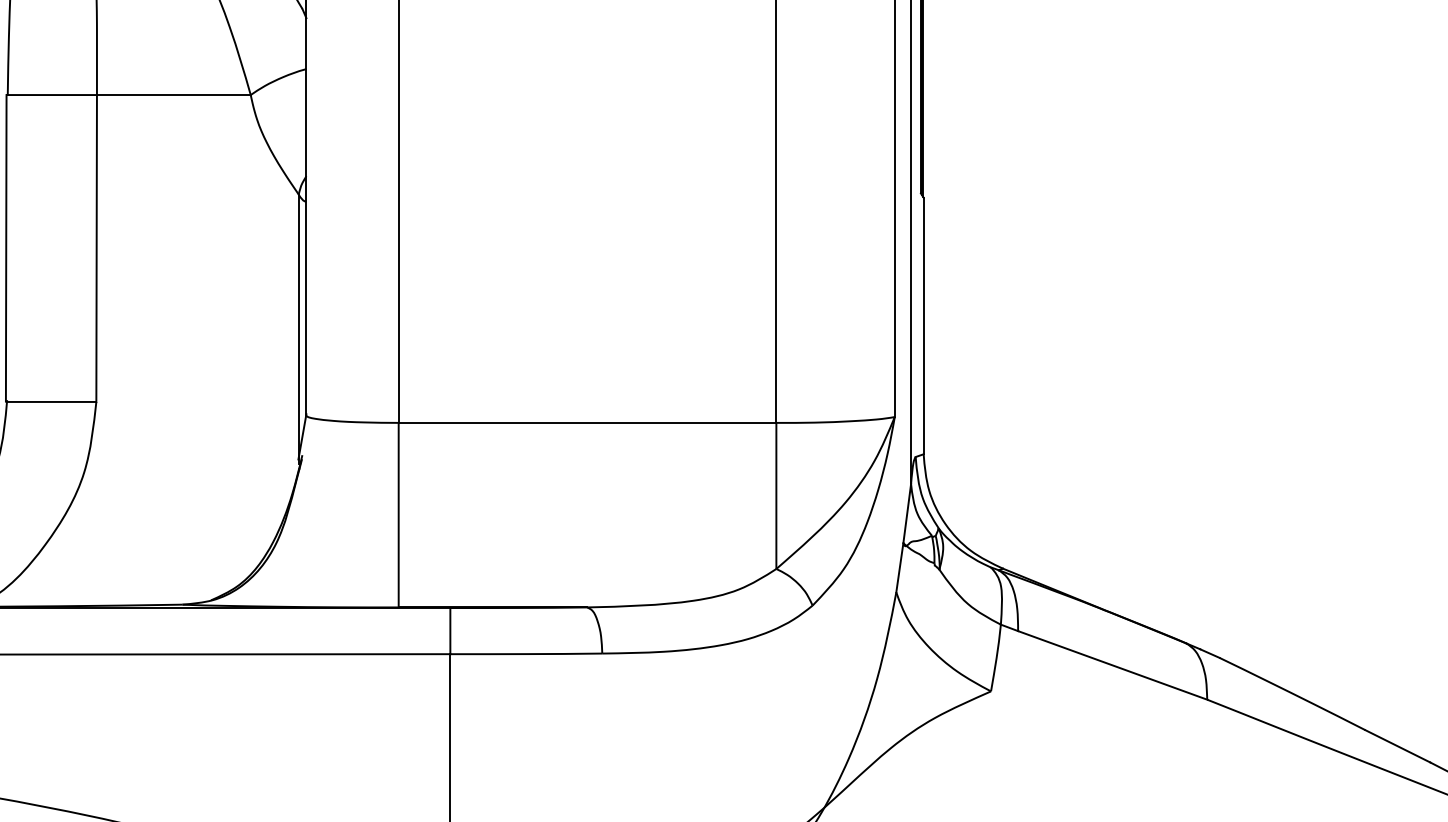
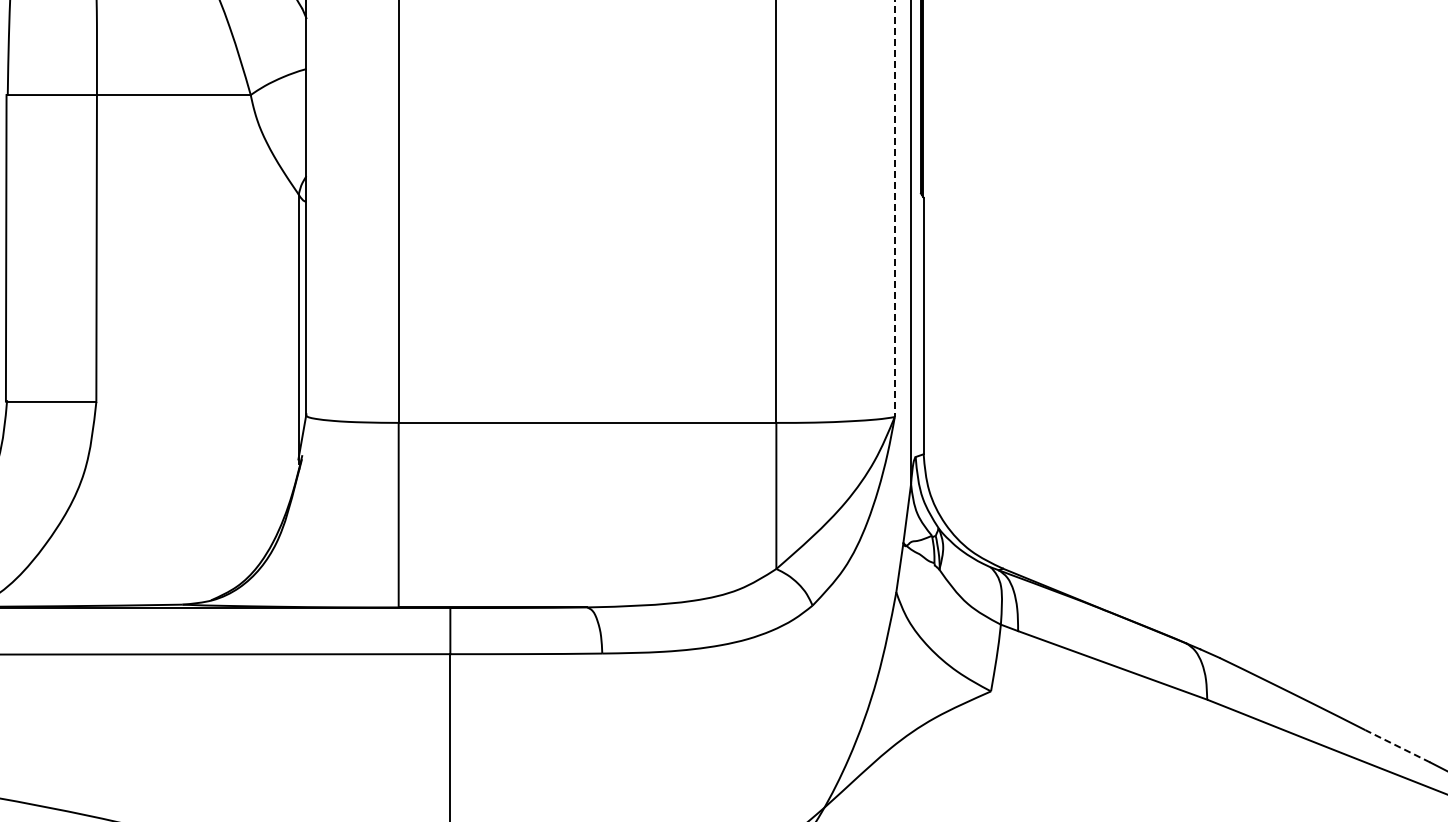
line at (894, 209): solid -> dashed
line at (1397, 746): solid -> dashed
